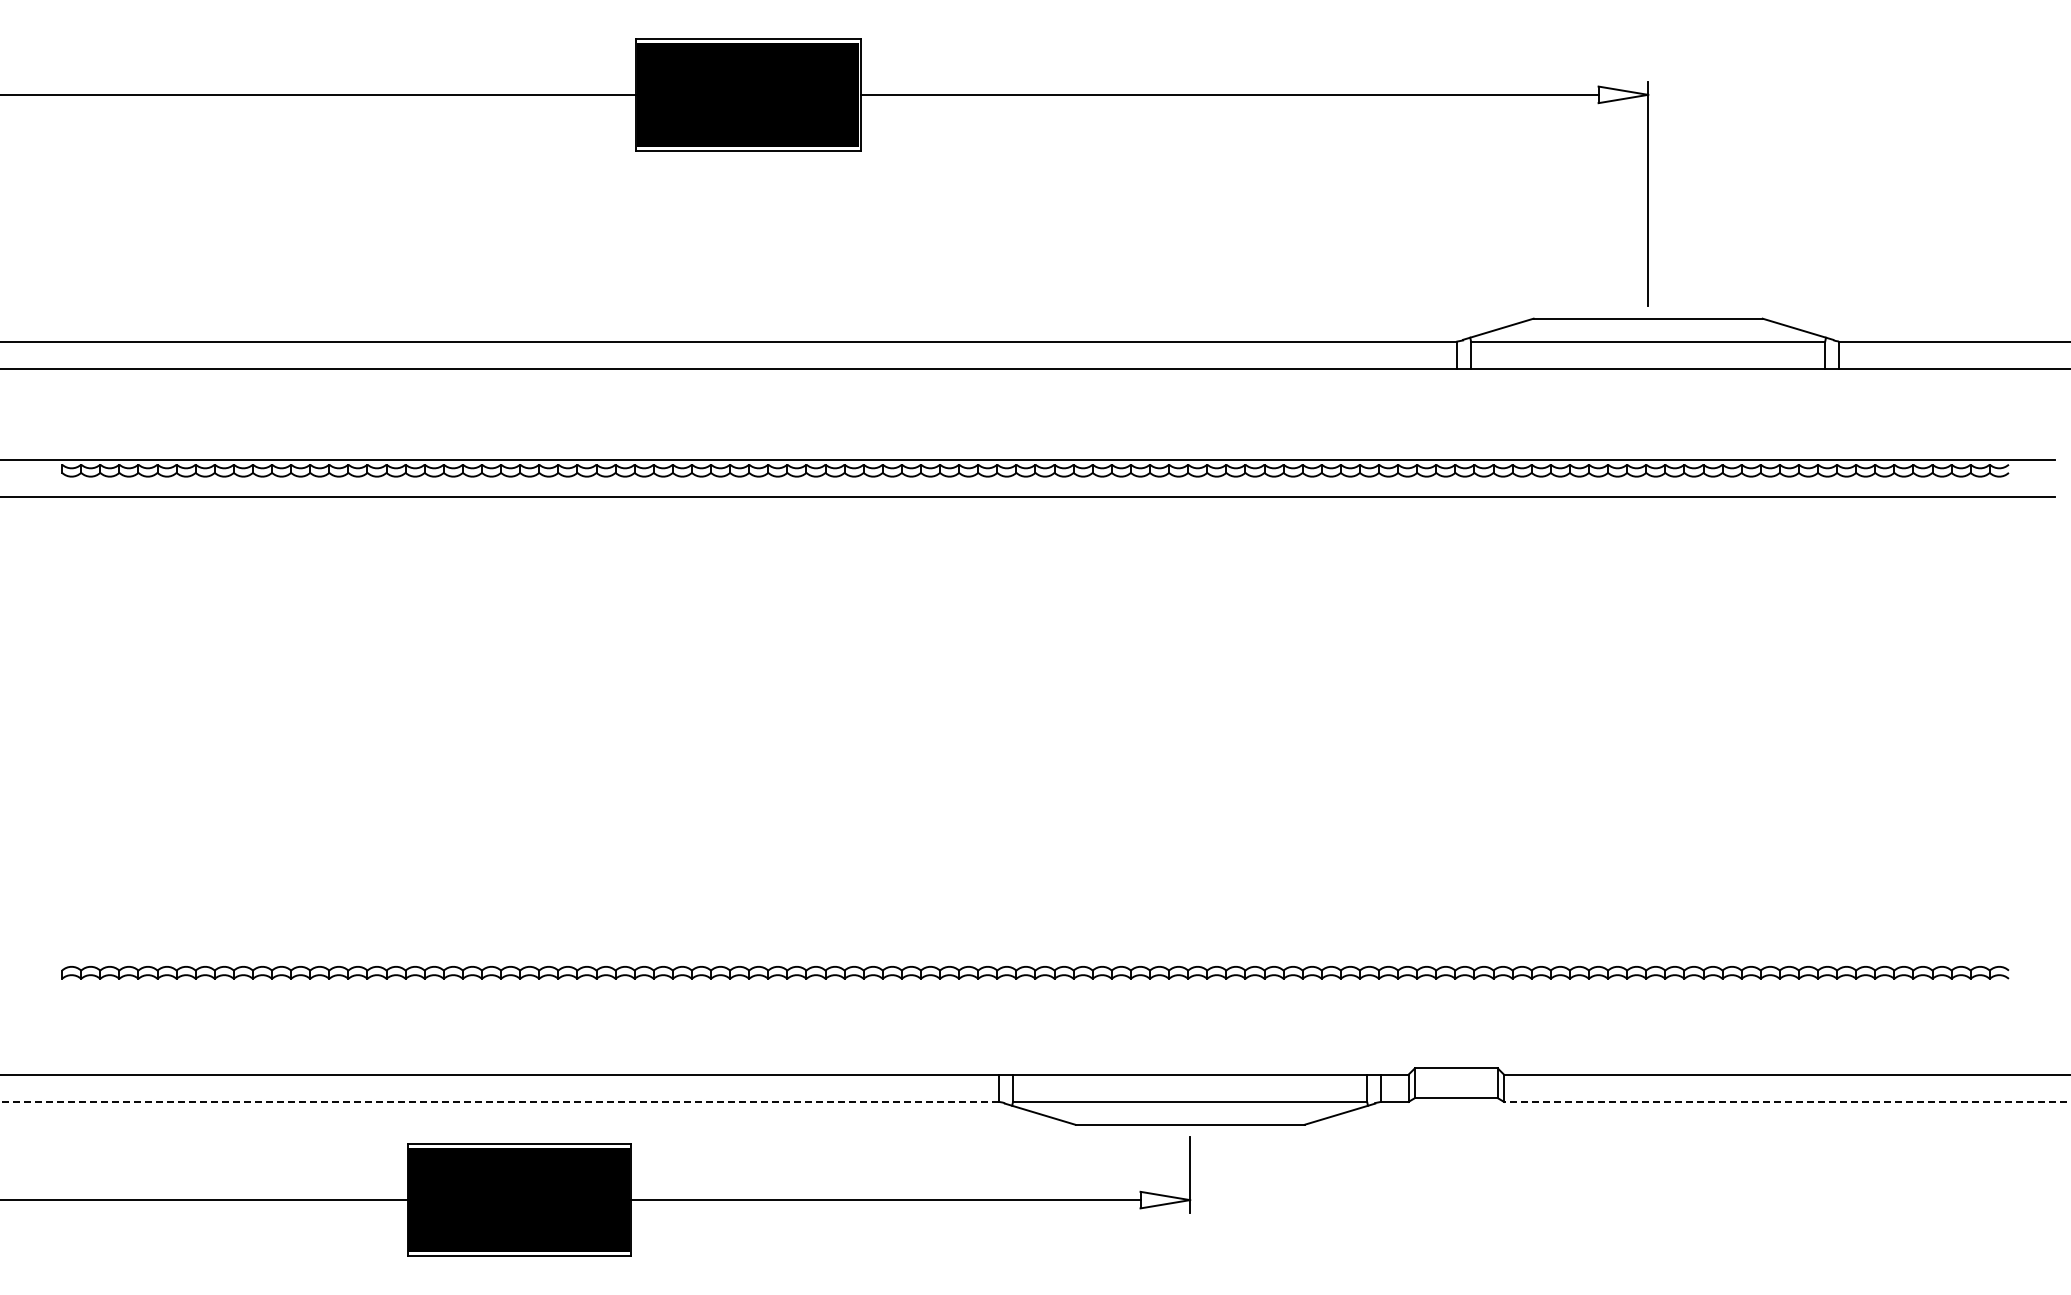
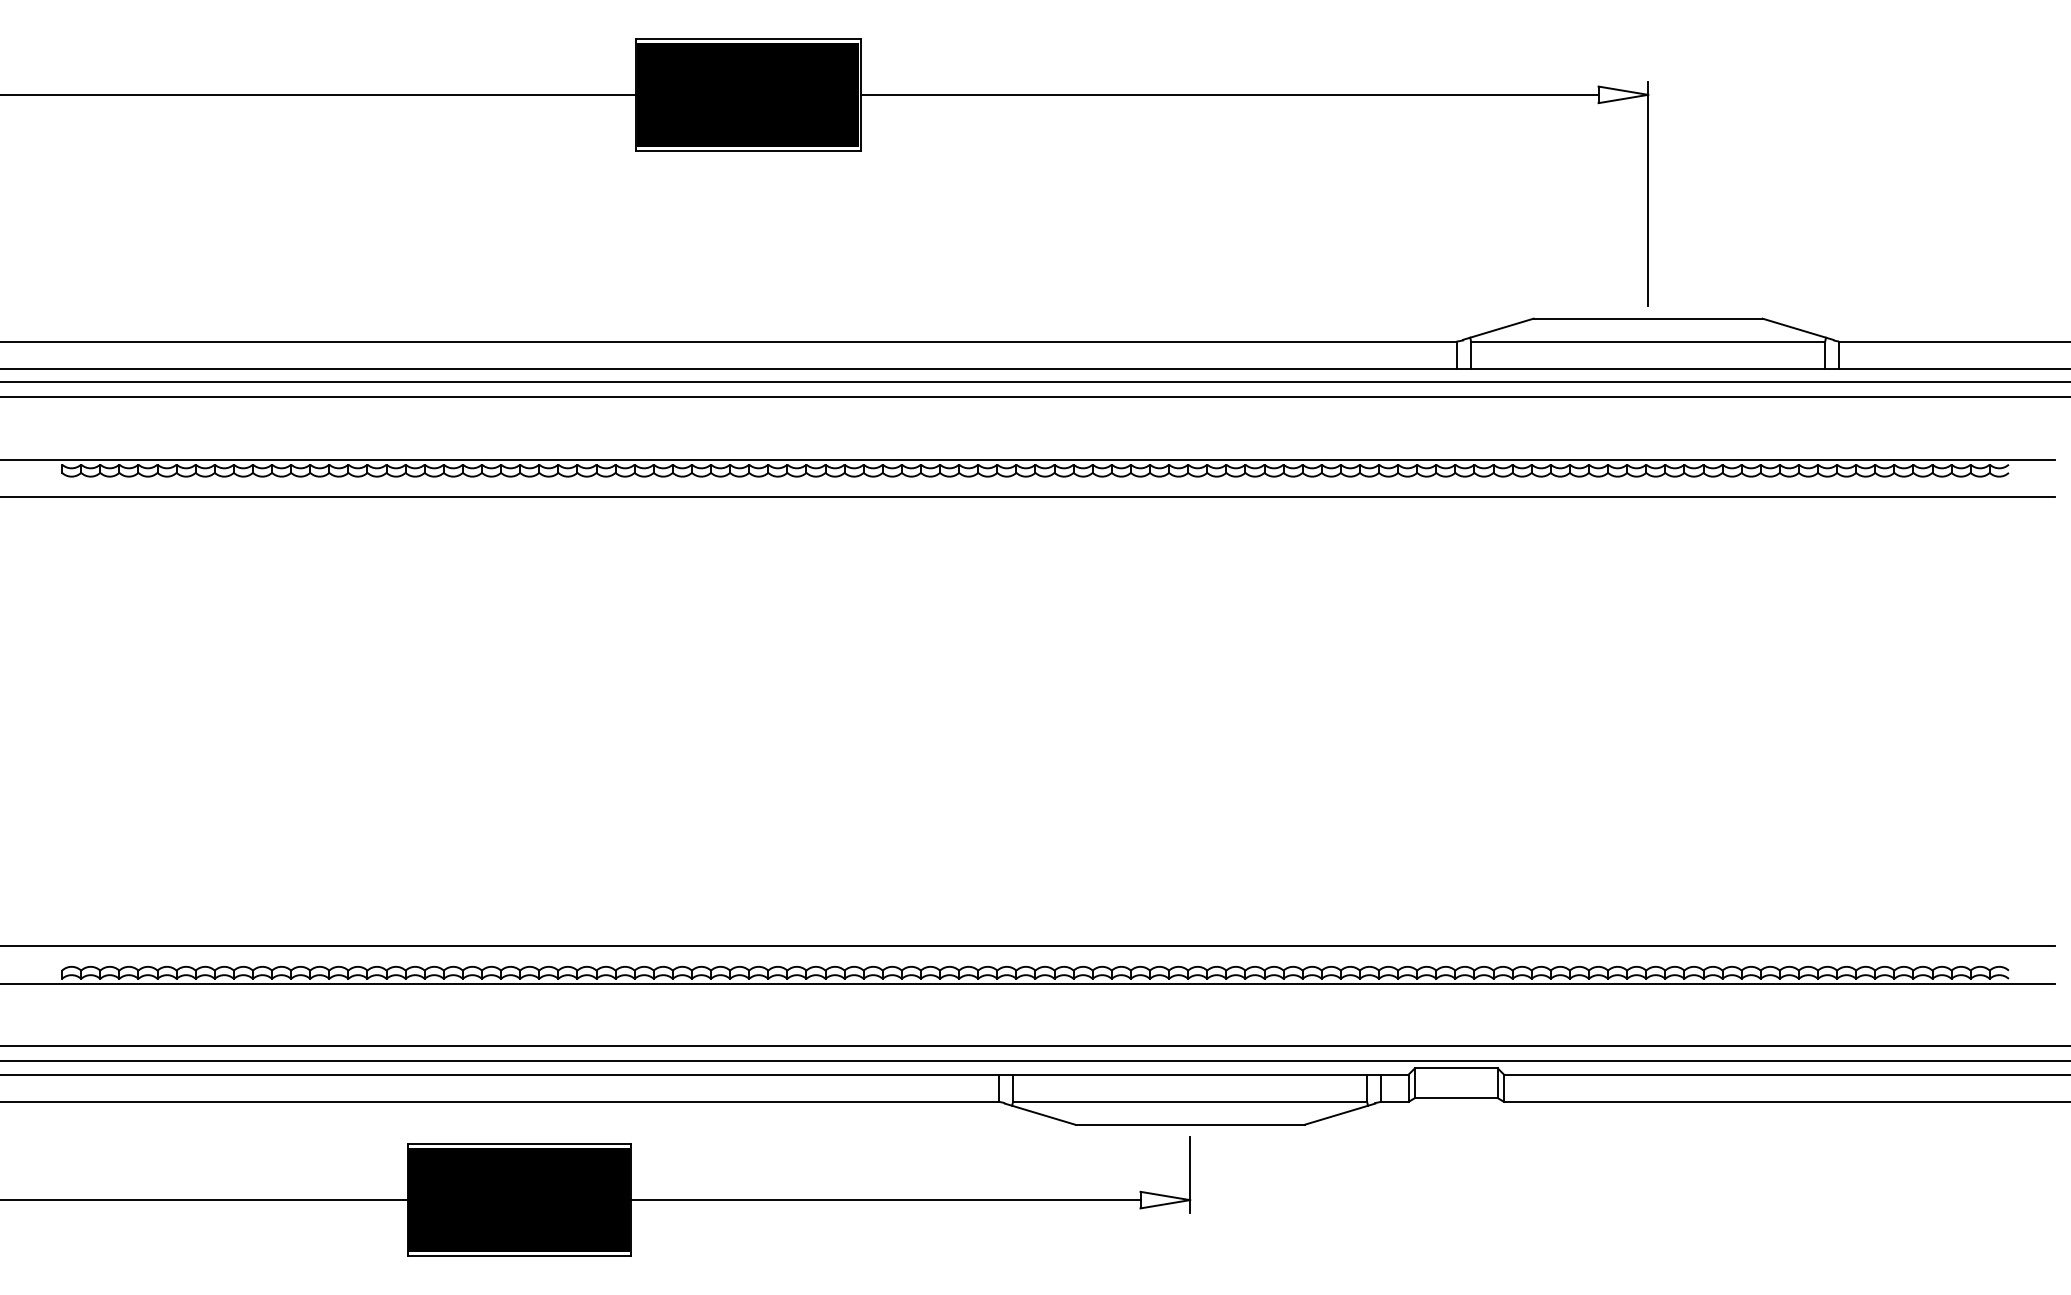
line at (1034, 382): none -> present
line at (1034, 397): none -> present
line at (1028, 946): none -> present
line at (1028, 983): none -> present
line at (1034, 1046): none -> present
line at (1034, 1061): none -> present
line at (499, 1101): dashed -> solid
line at (1786, 1101): dashed -> solid
